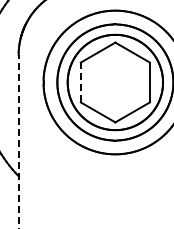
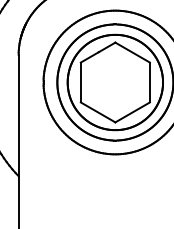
line at (80, 82): dashed -> solid
line at (18, 141): dashed -> solid
